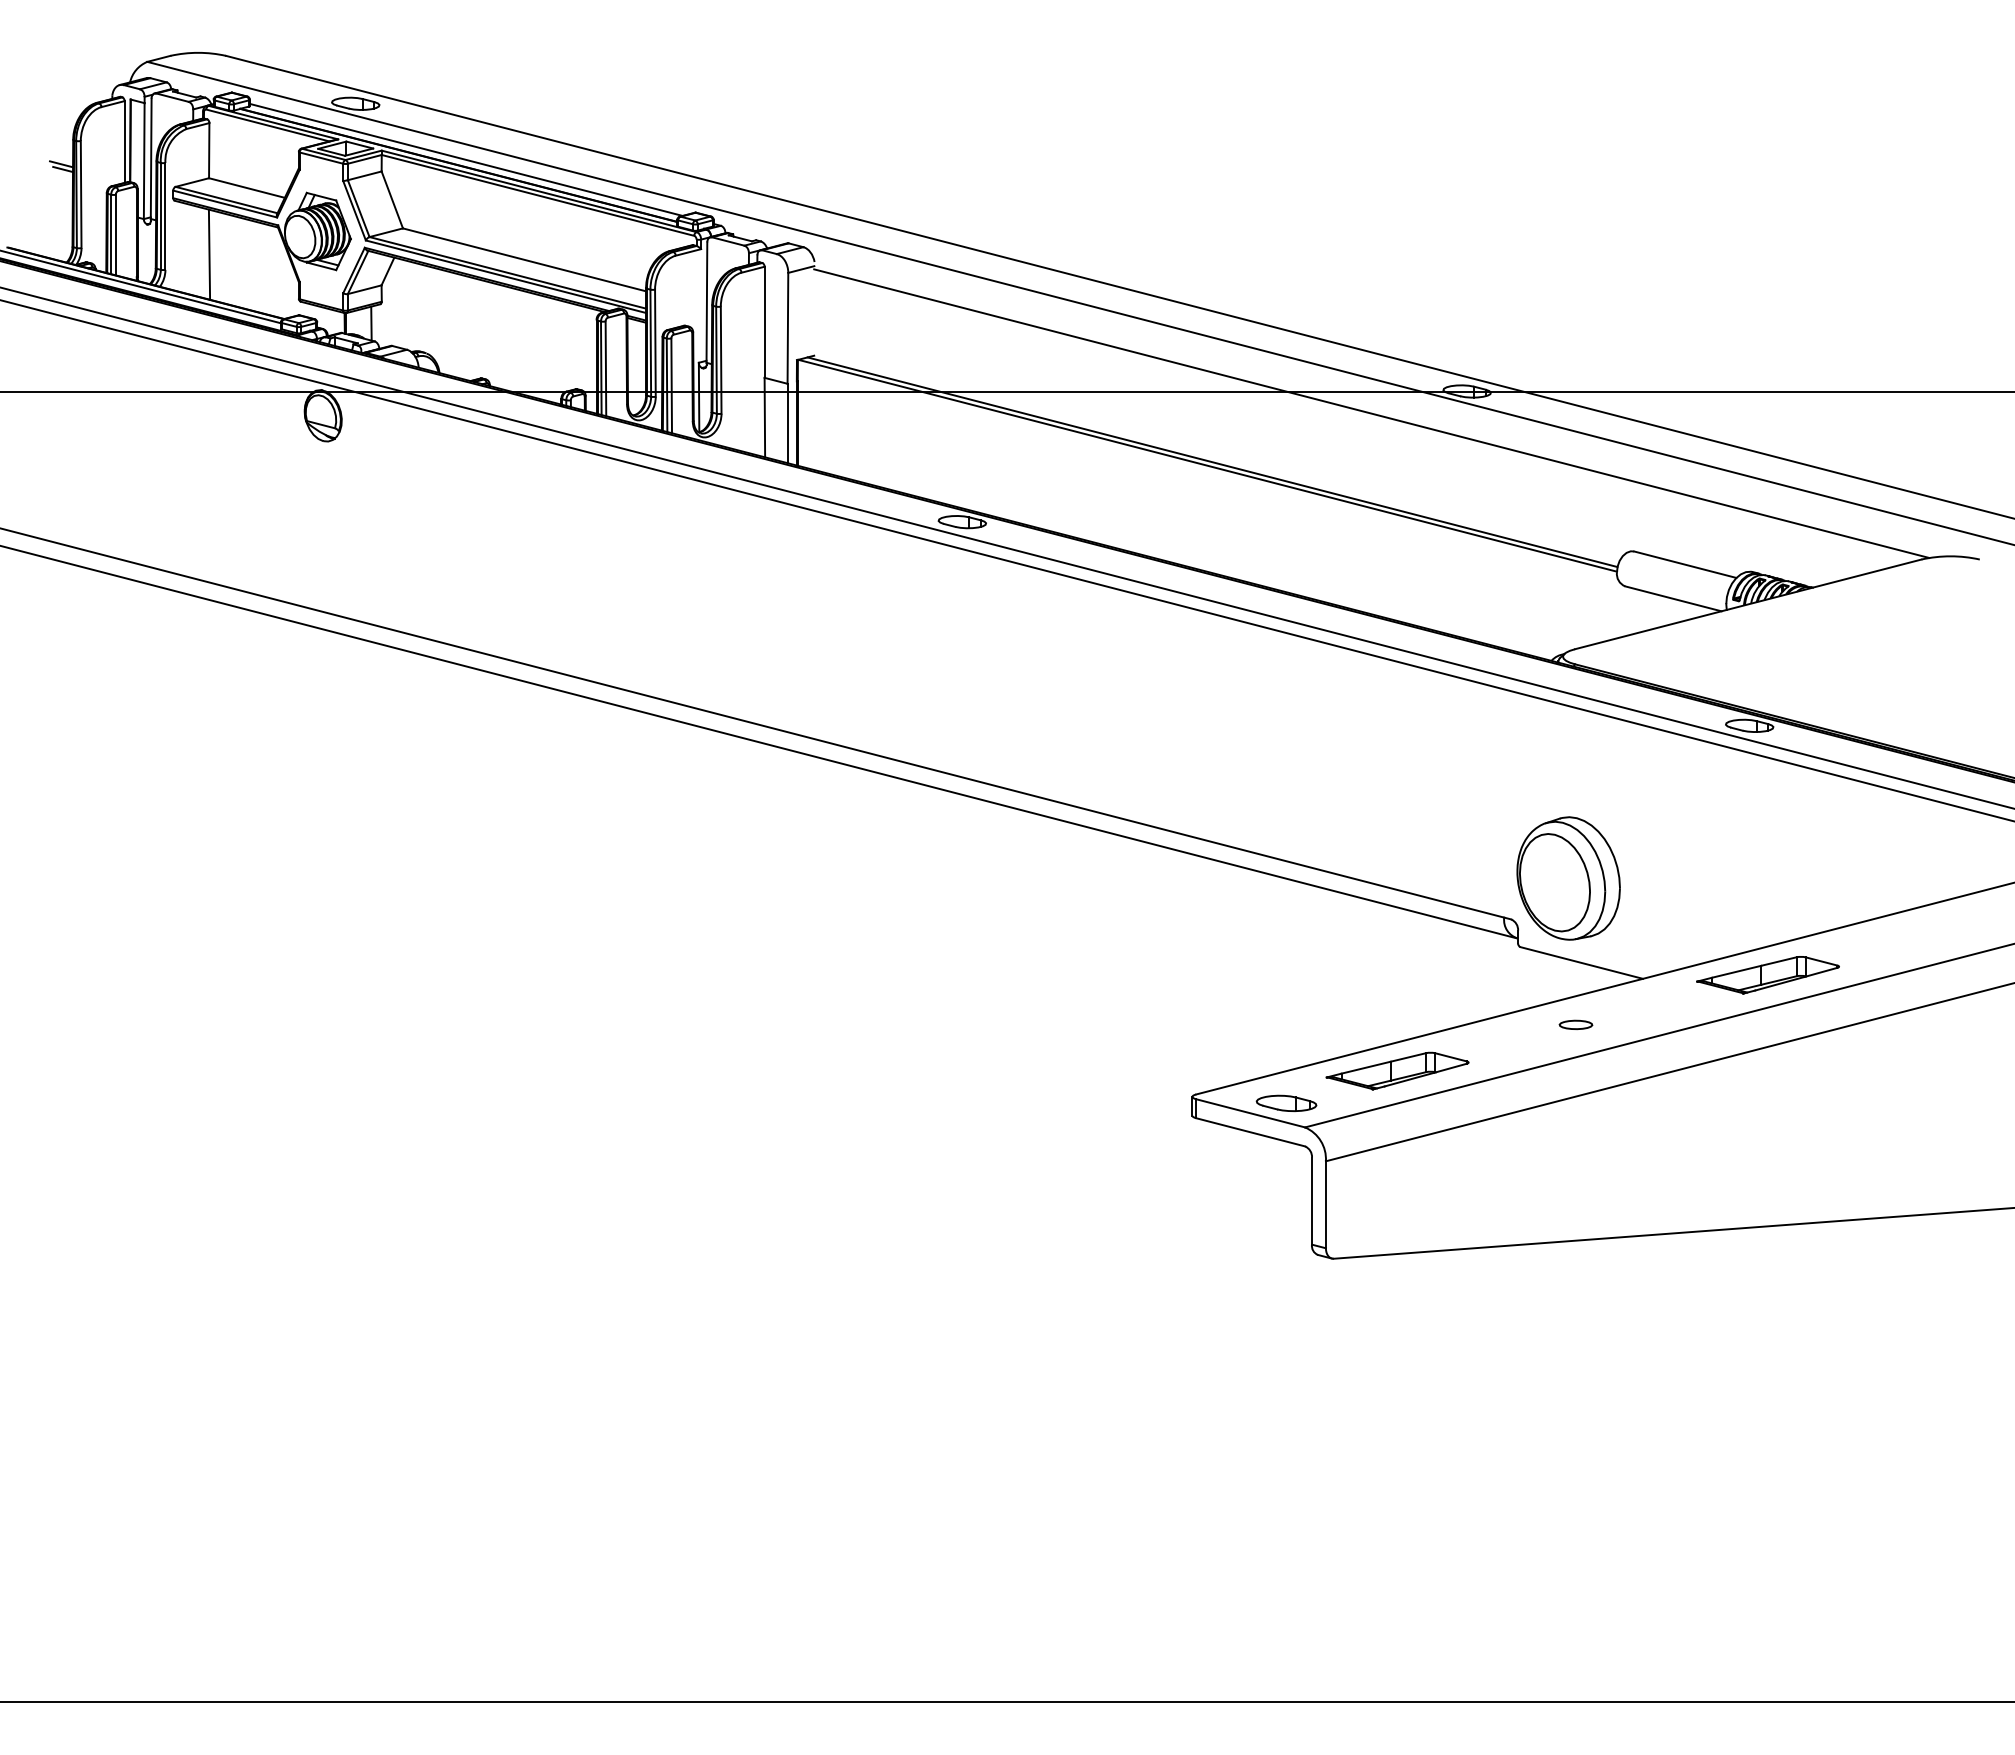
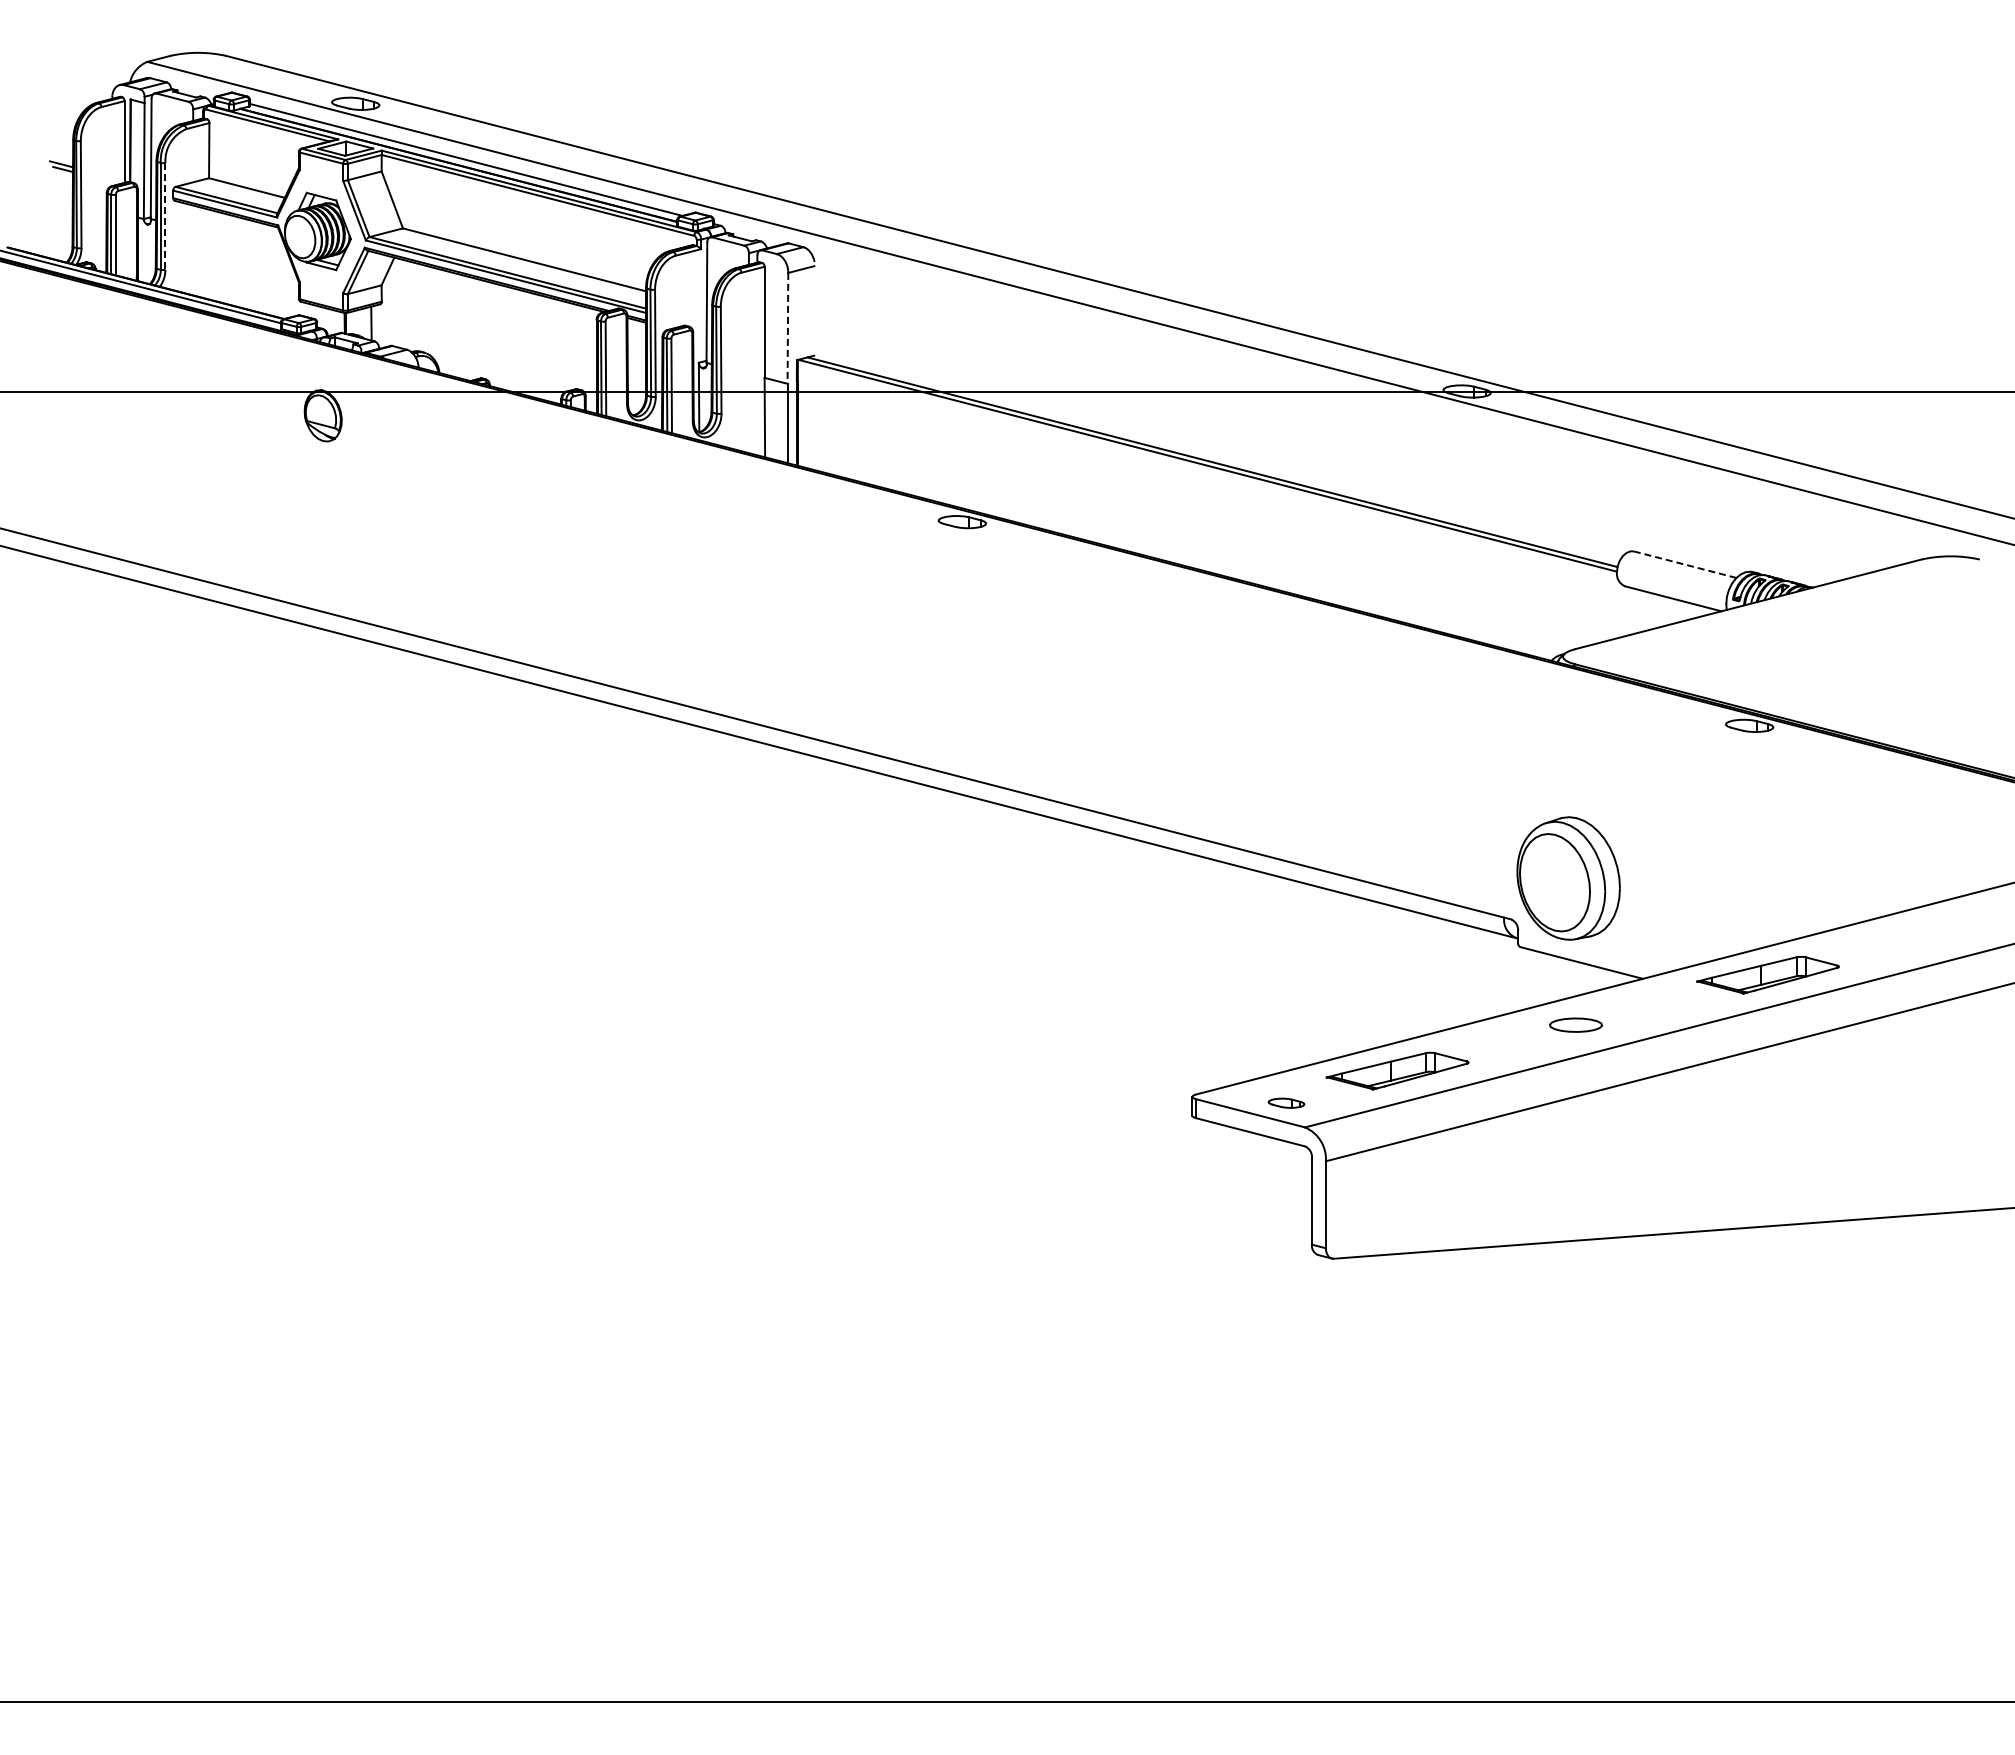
line at (165, 216): solid -> dashed
line at (209, 254): present -> none
line at (787, 328): solid -> dashed
line at (1371, 413): present -> none
line at (1006, 547): present -> none
line at (1006, 560): present -> none
line at (1685, 564): solid -> dashed
part at (1575, 1024) size: 36x11 px -> 54x16 px
part at (1286, 1102) size: 63x18 px -> 39x12 px
